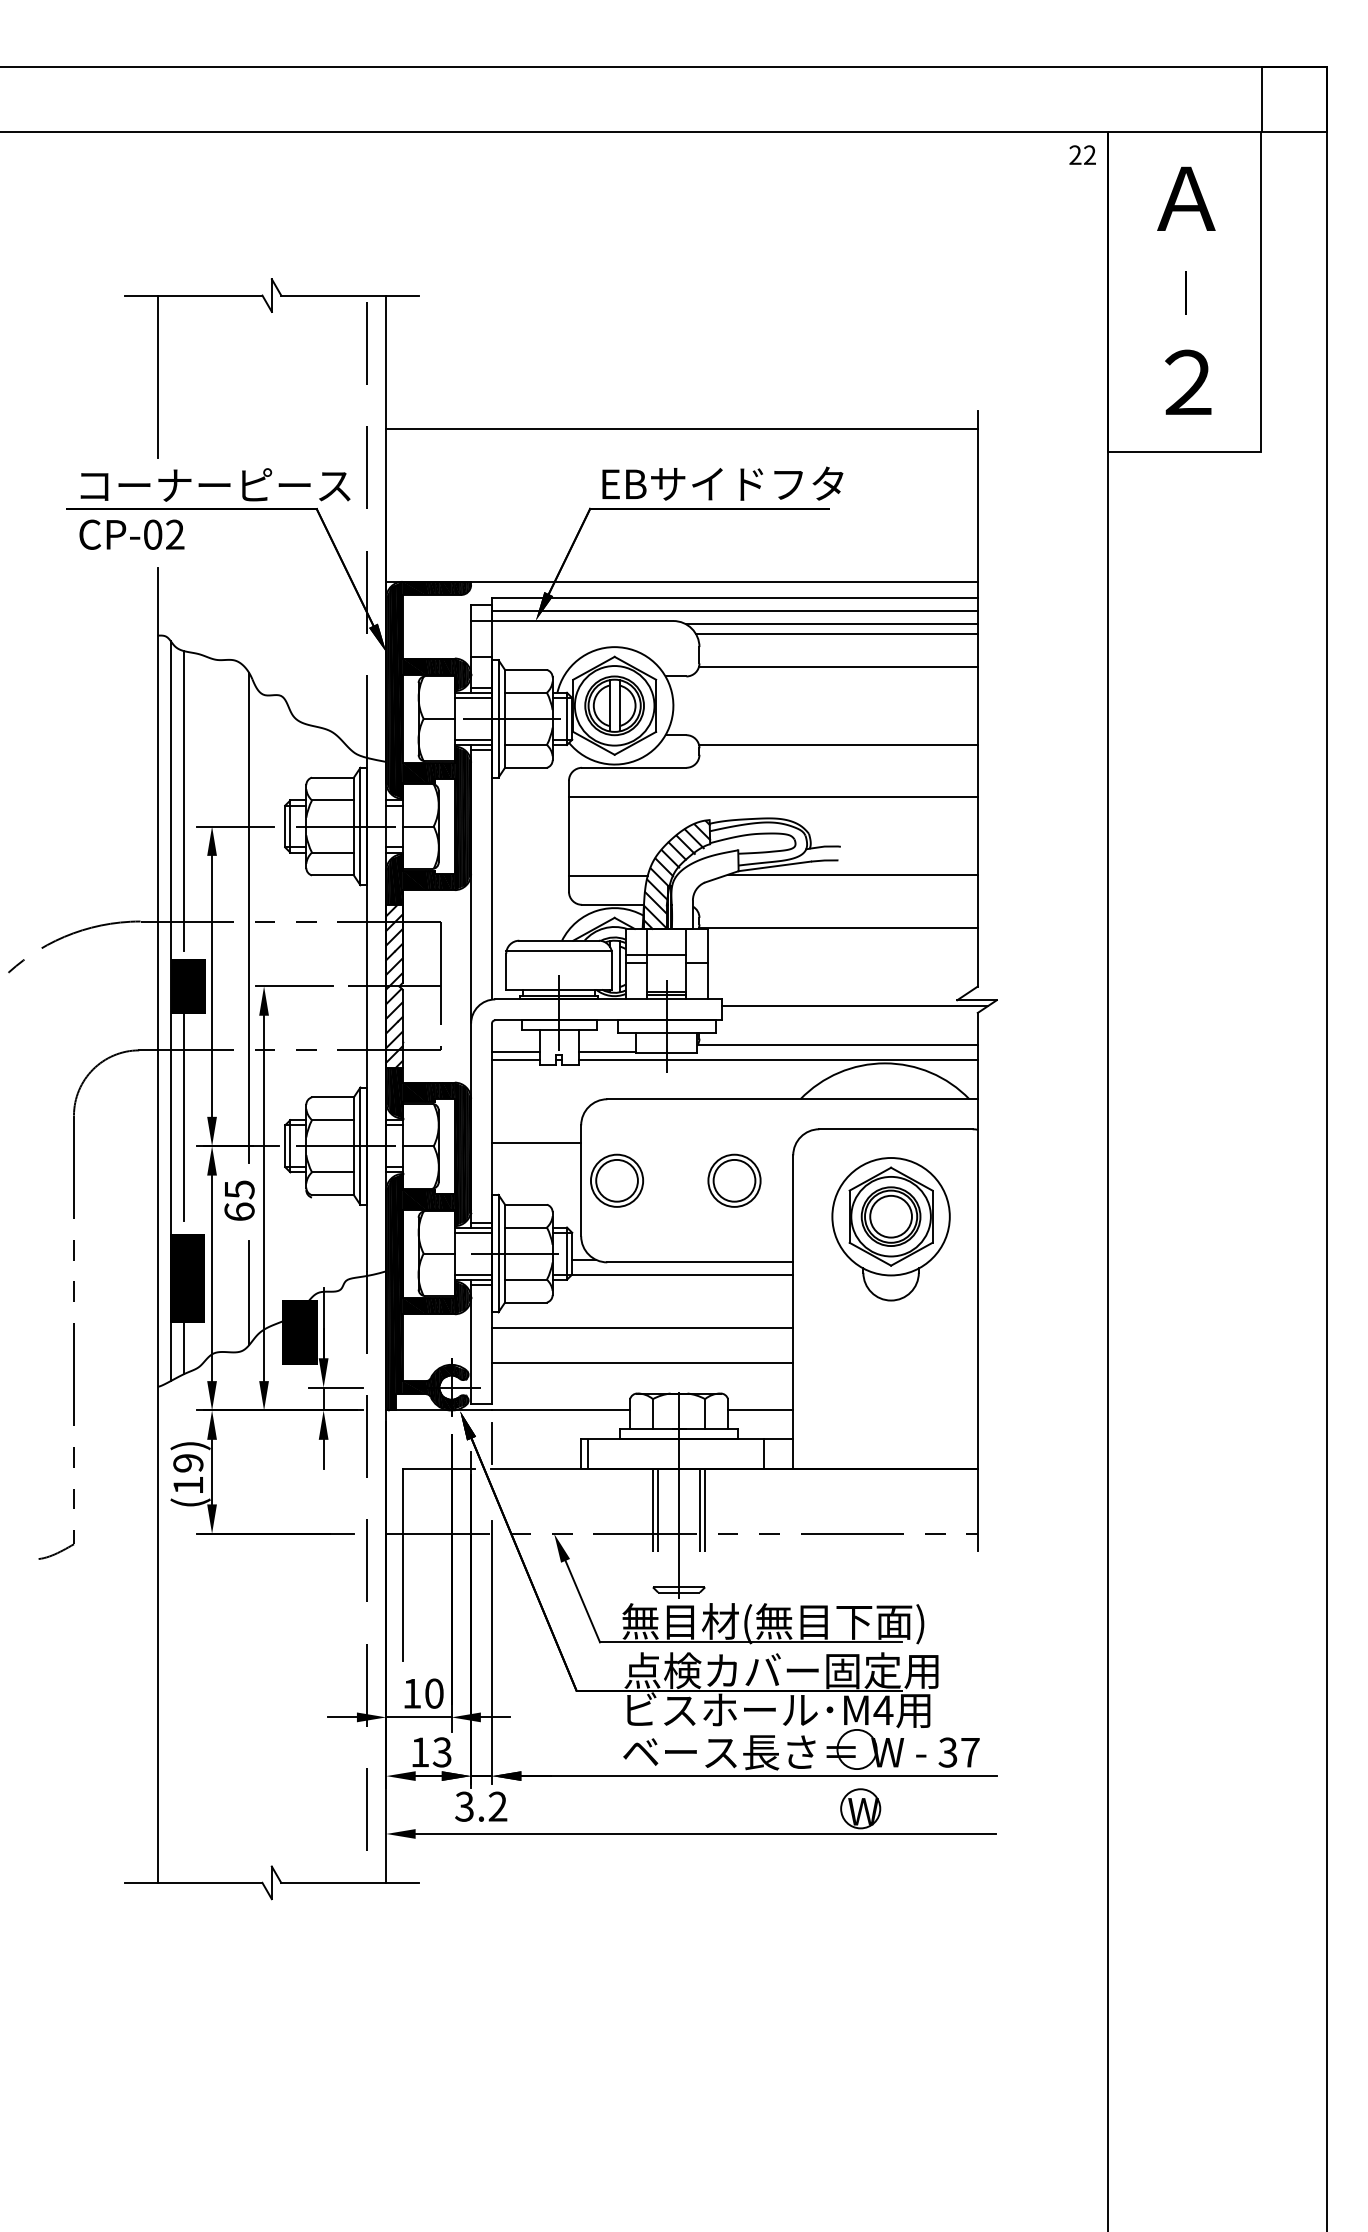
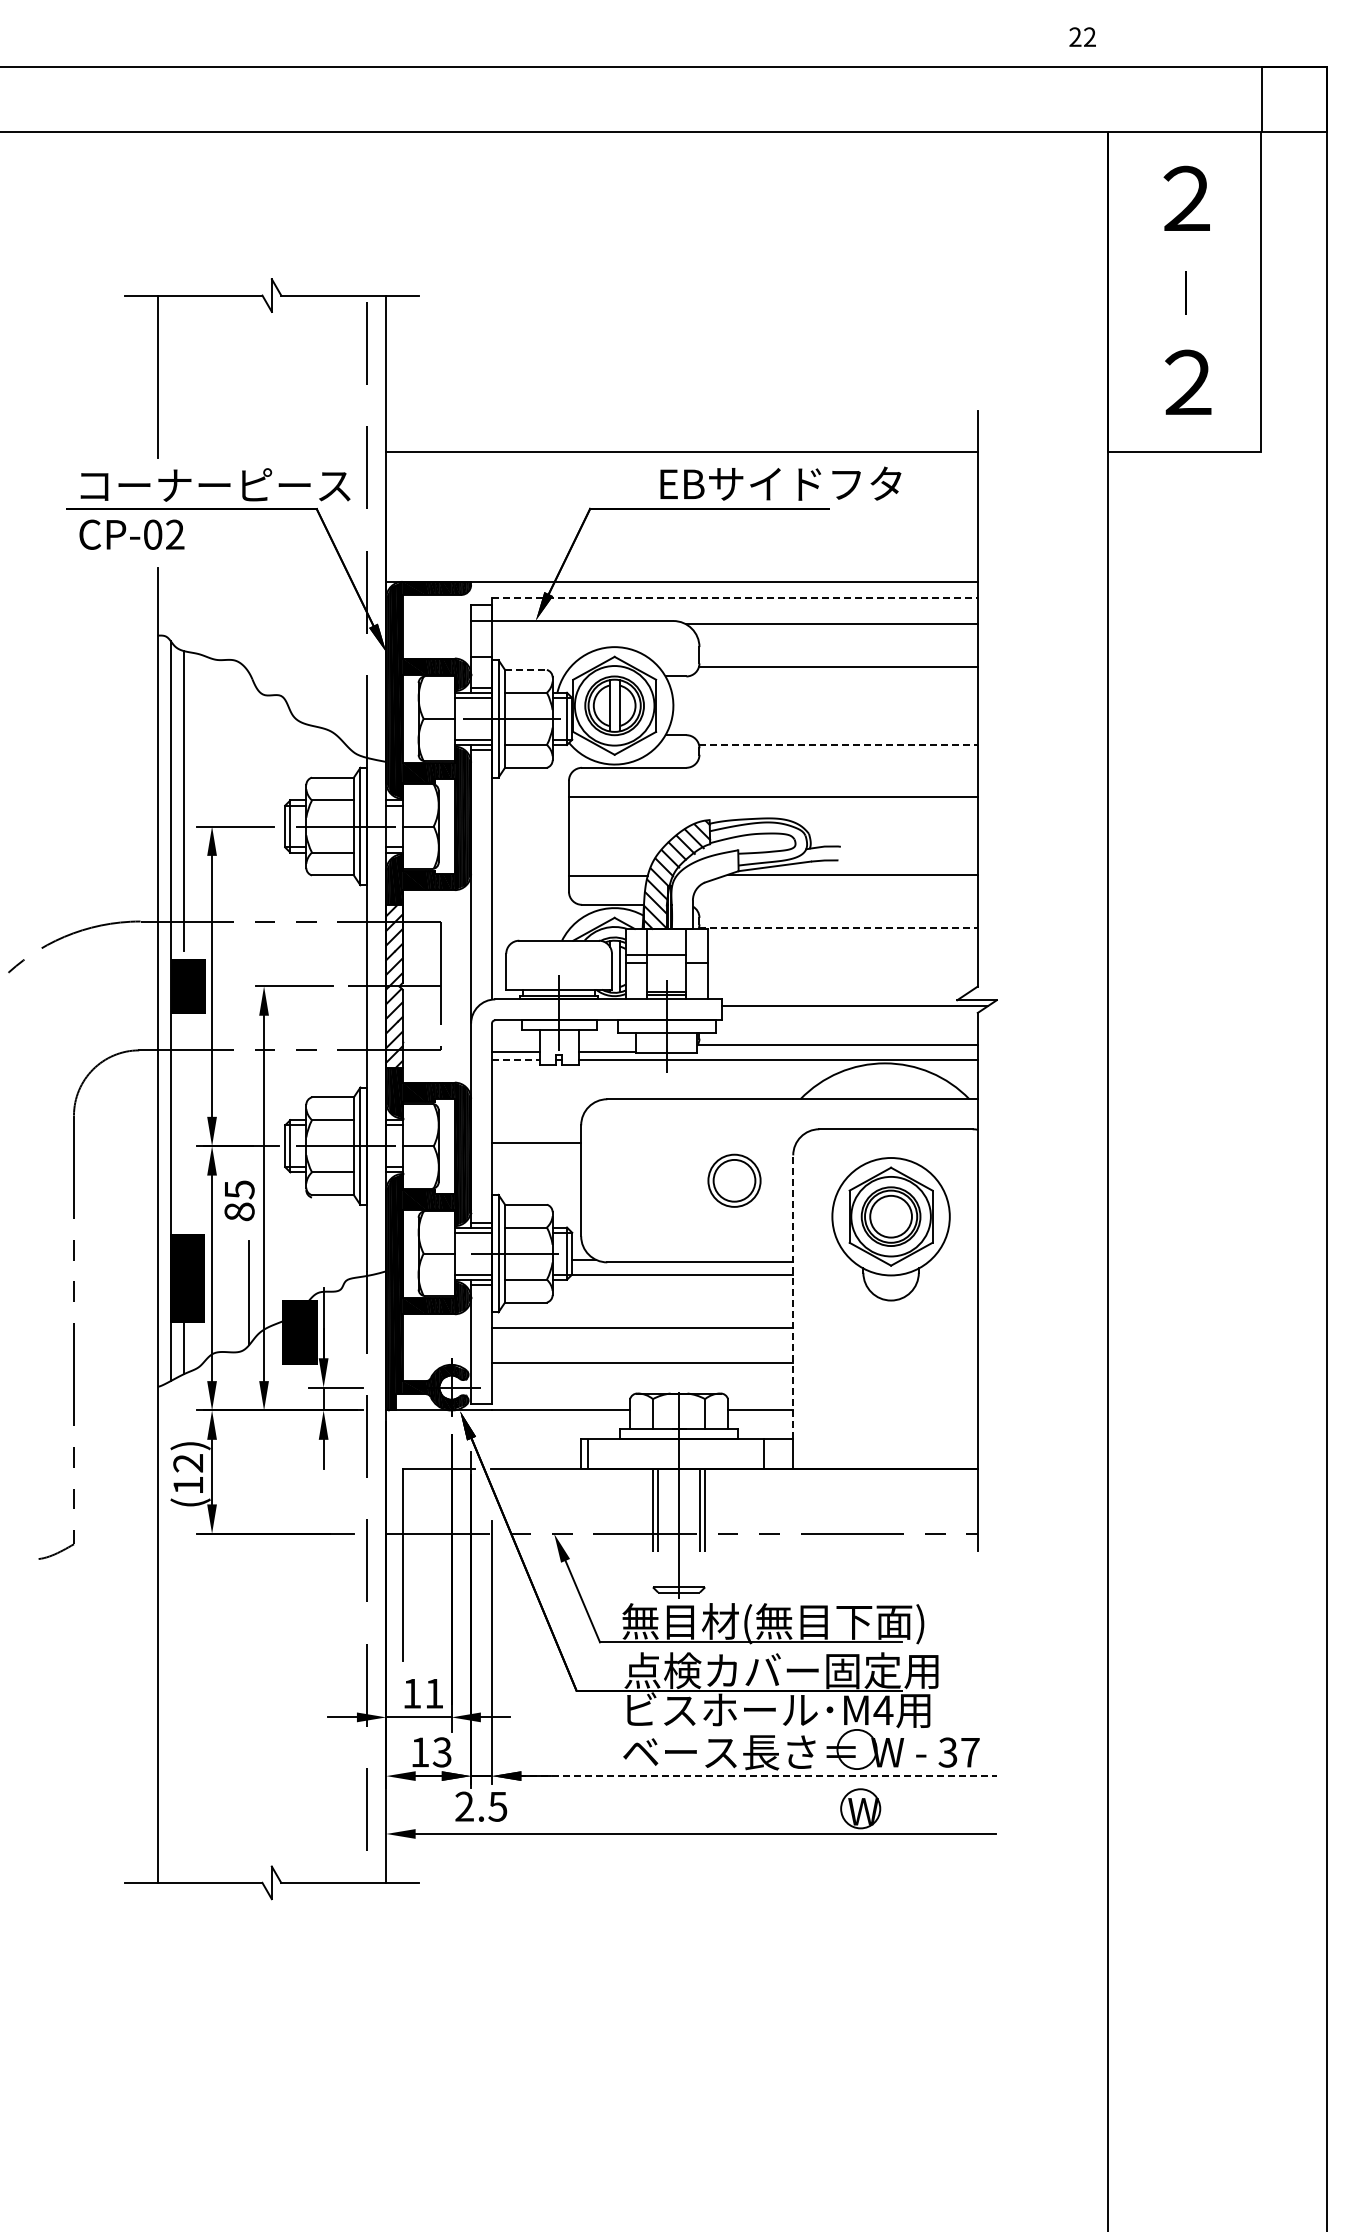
text at (1082, 154) position: (1082, 154) -> (1082, 36)
text at (1186, 197): Ａ -> ２
line at (681, 429) position: (681, 429) -> (681, 452)
text at (722, 483) position: (722, 483) -> (780, 483)
line at (734, 598): solid -> dashed
line at (734, 611): present -> none
line at (836, 634): present -> none
line at (525, 669): solid -> dashed
line at (838, 744): solid -> dashed
line at (249, 918): present -> none
line at (838, 927): solid -> dashed
line at (558, 950): present -> none
line at (515, 1060): solid -> dashed
line at (184, 1116): present -> none
part at (617, 1180): present -> none
text at (239, 1211): 65 -> 85
line at (793, 1297): solid -> dashed
line at (492, 1443): present -> none
text at (188, 1463): (19) -> (12)
text at (434, 1693): 10 -> 11
line at (753, 1776): solid -> dashed
text at (481, 1806): 3.2 -> 2.5
